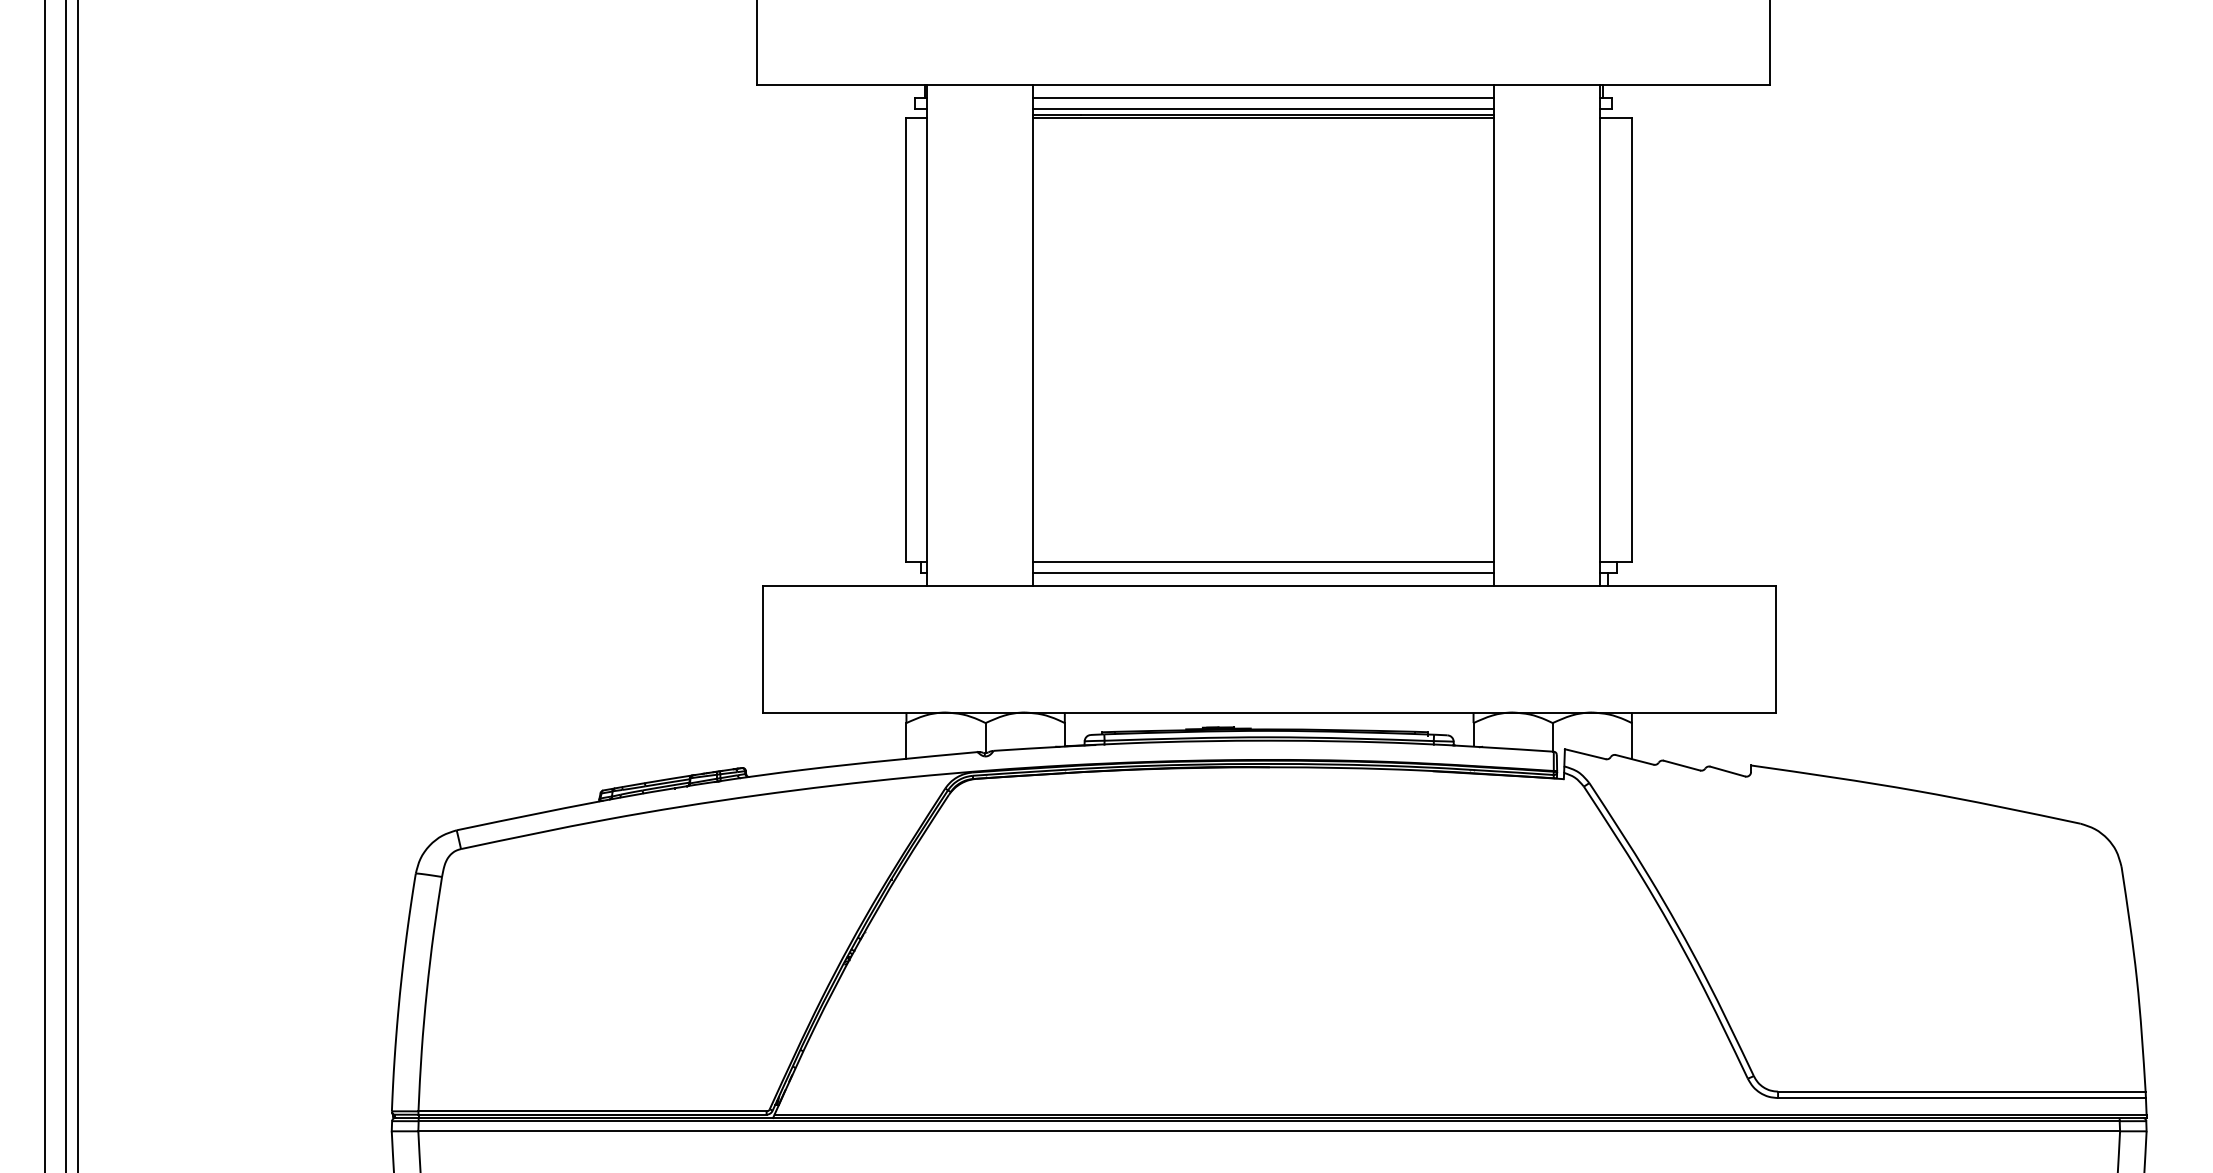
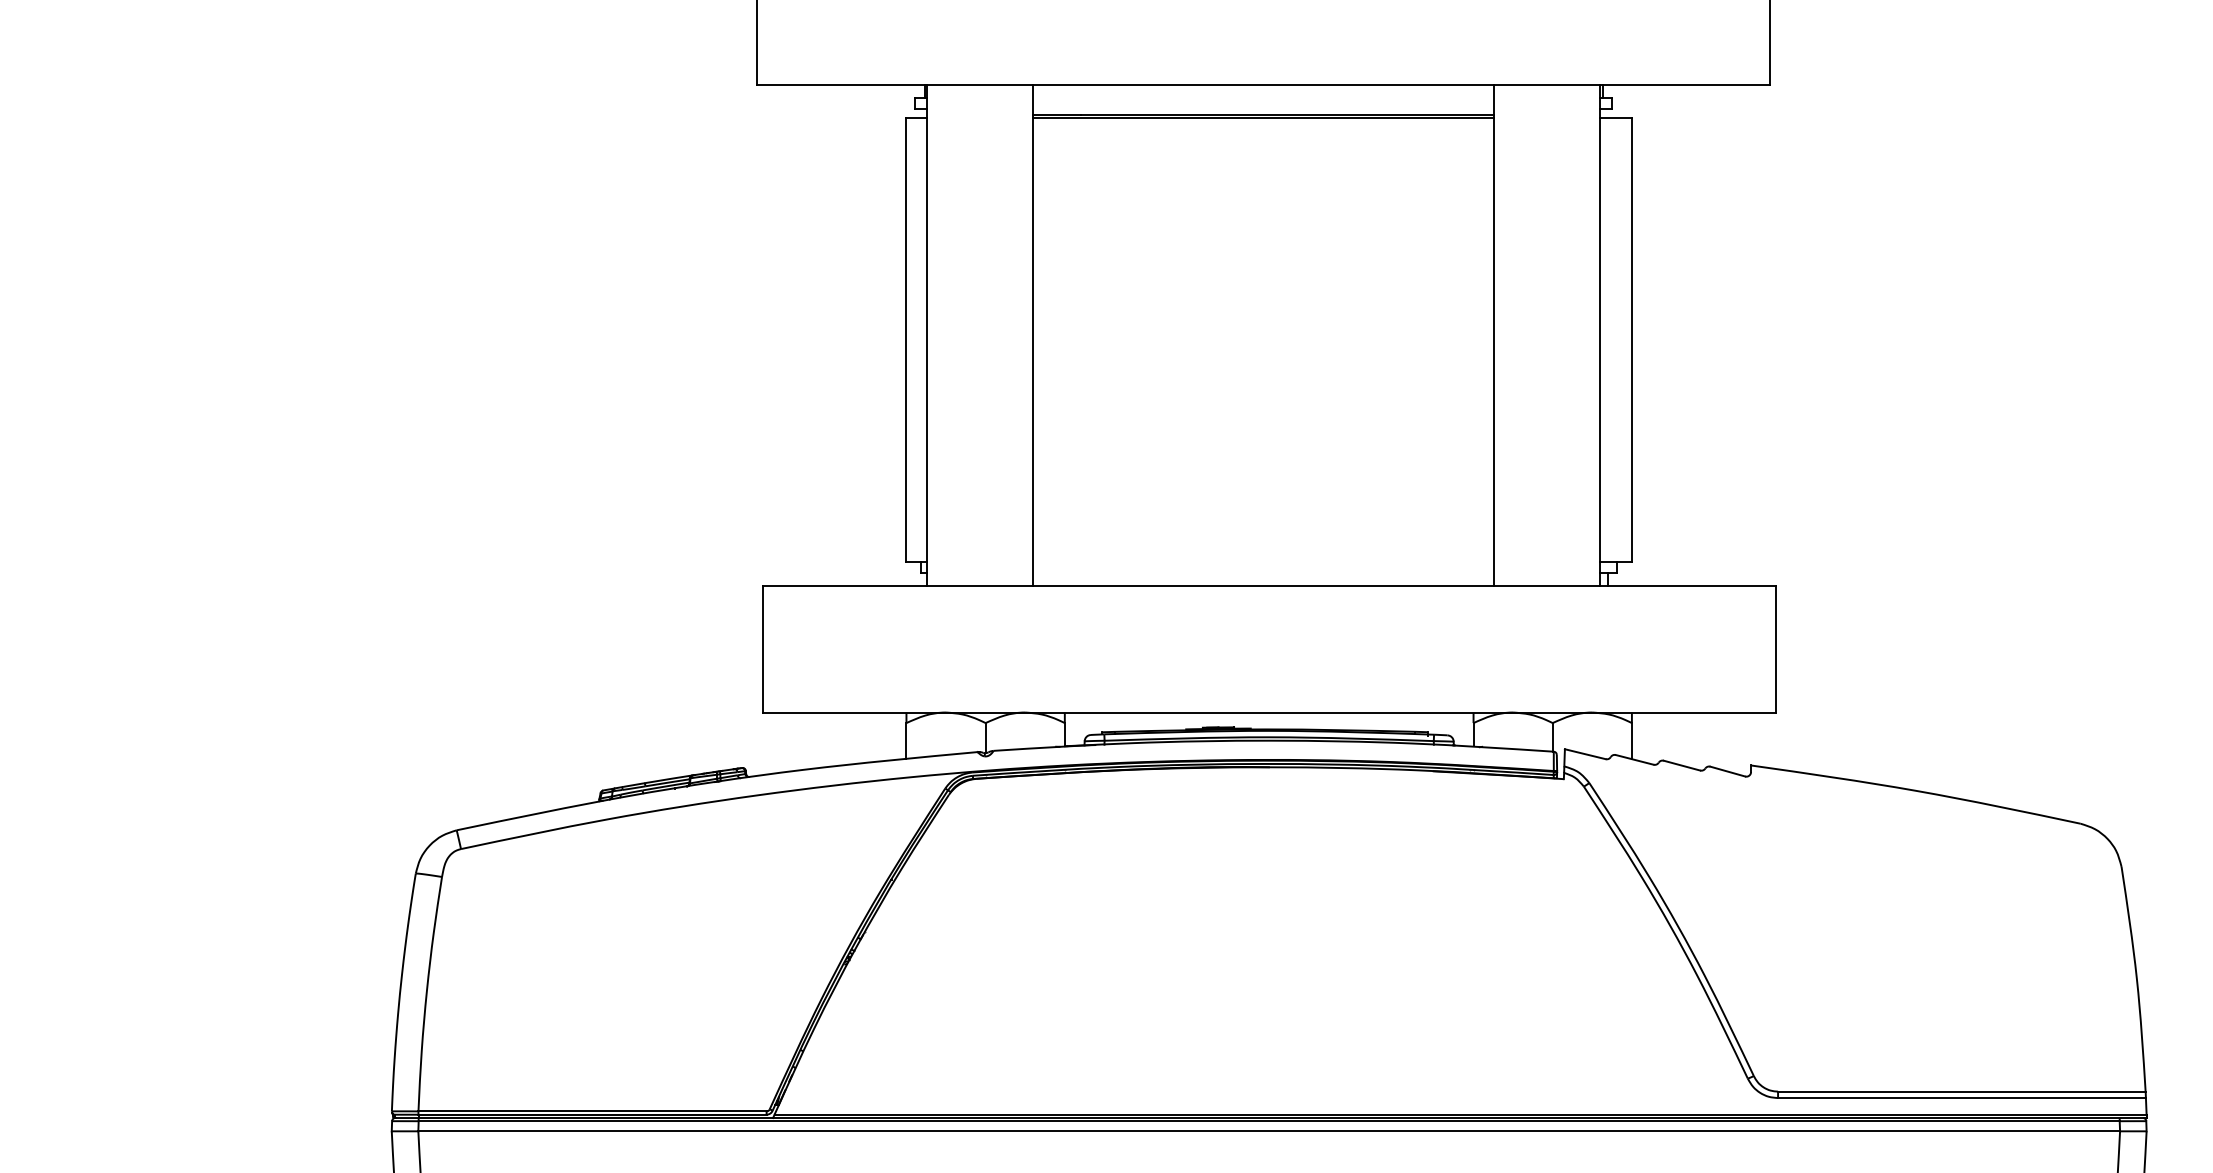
line at (1263, 98): present -> none
line at (1263, 108): present -> none
line at (1263, 562): present -> none
line at (1263, 572): present -> none
line at (45, 585): present -> none
line at (66, 585): present -> none
line at (77, 585): present -> none
